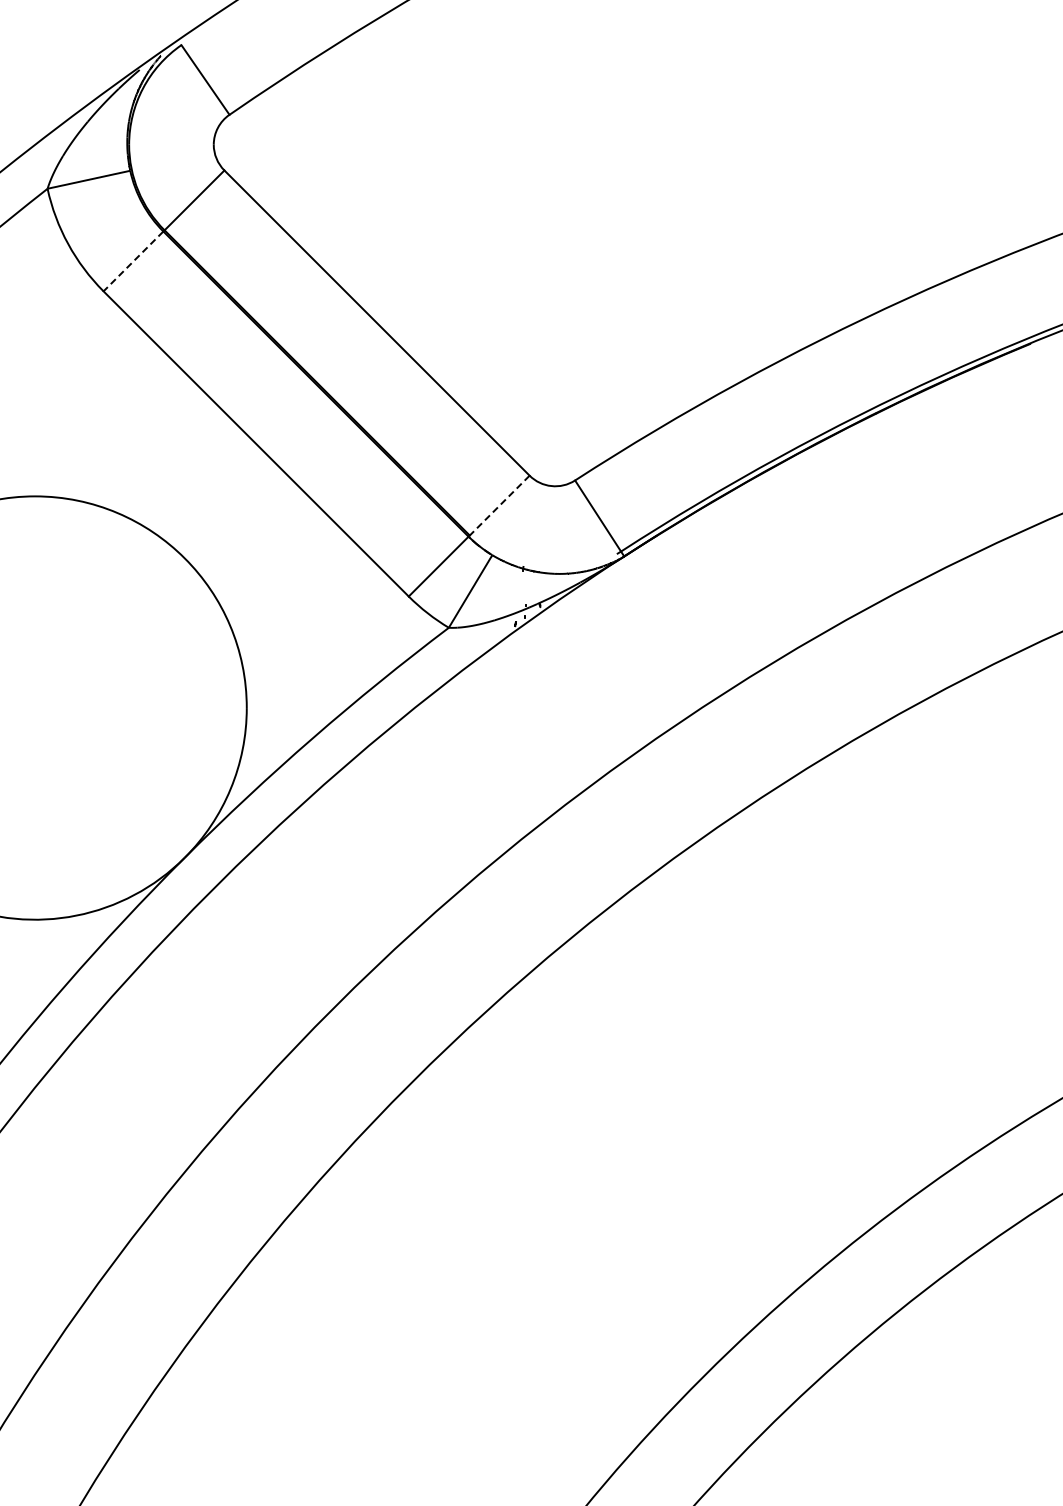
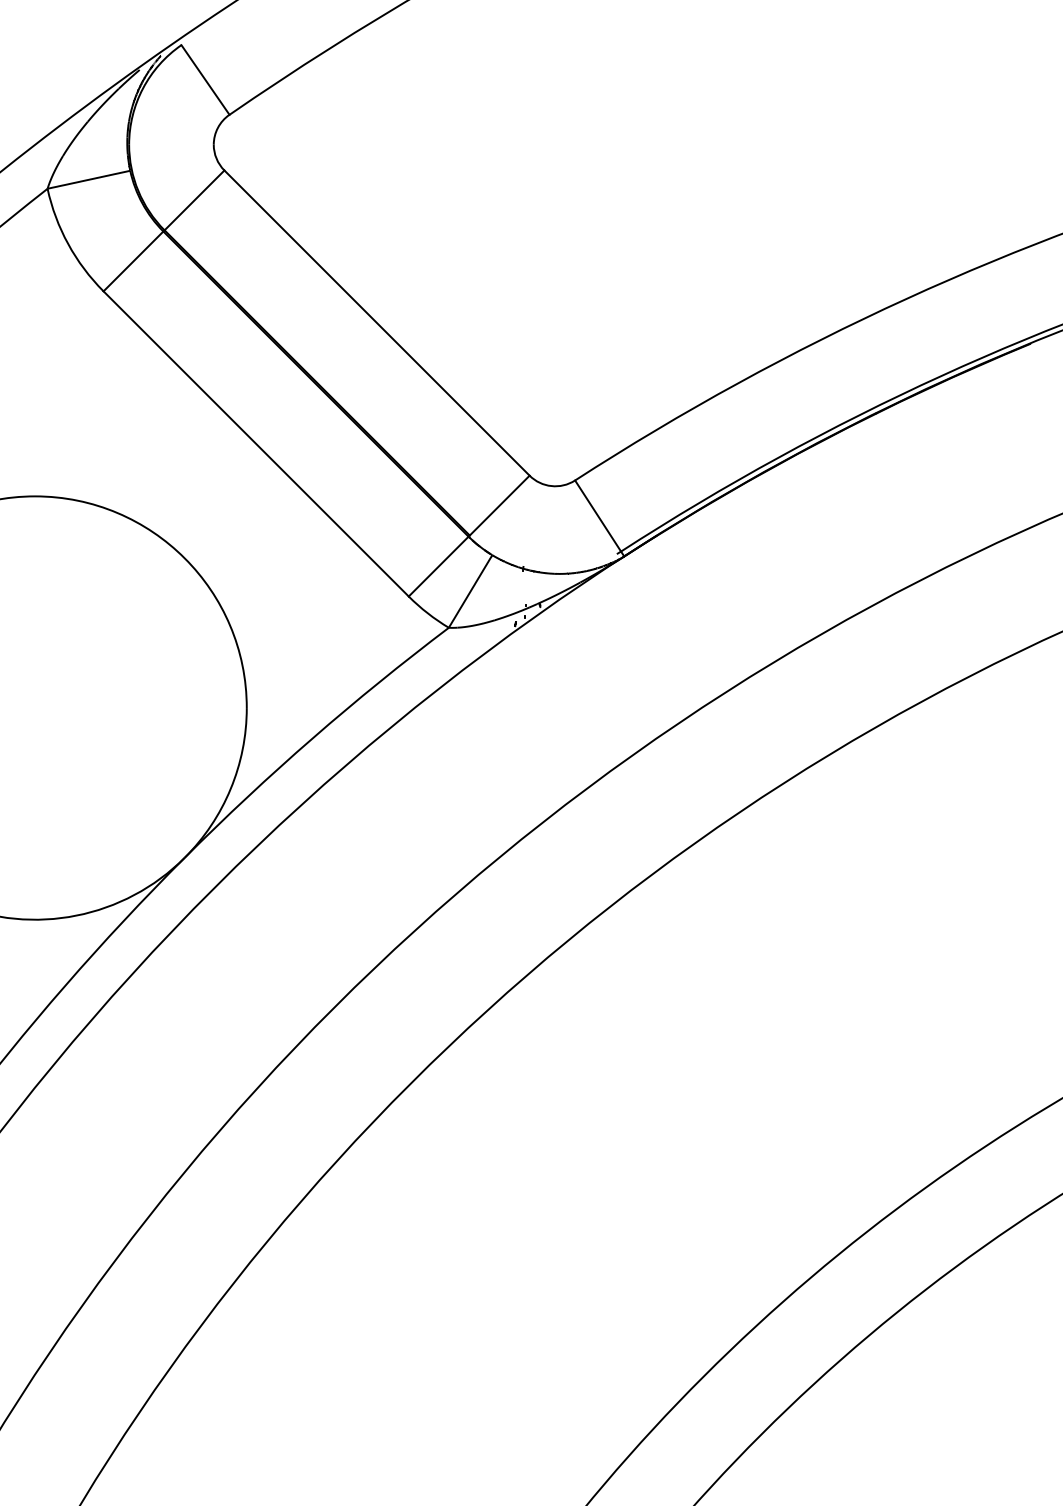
line at (133, 261): dashed -> solid
line at (499, 505): dashed -> solid
